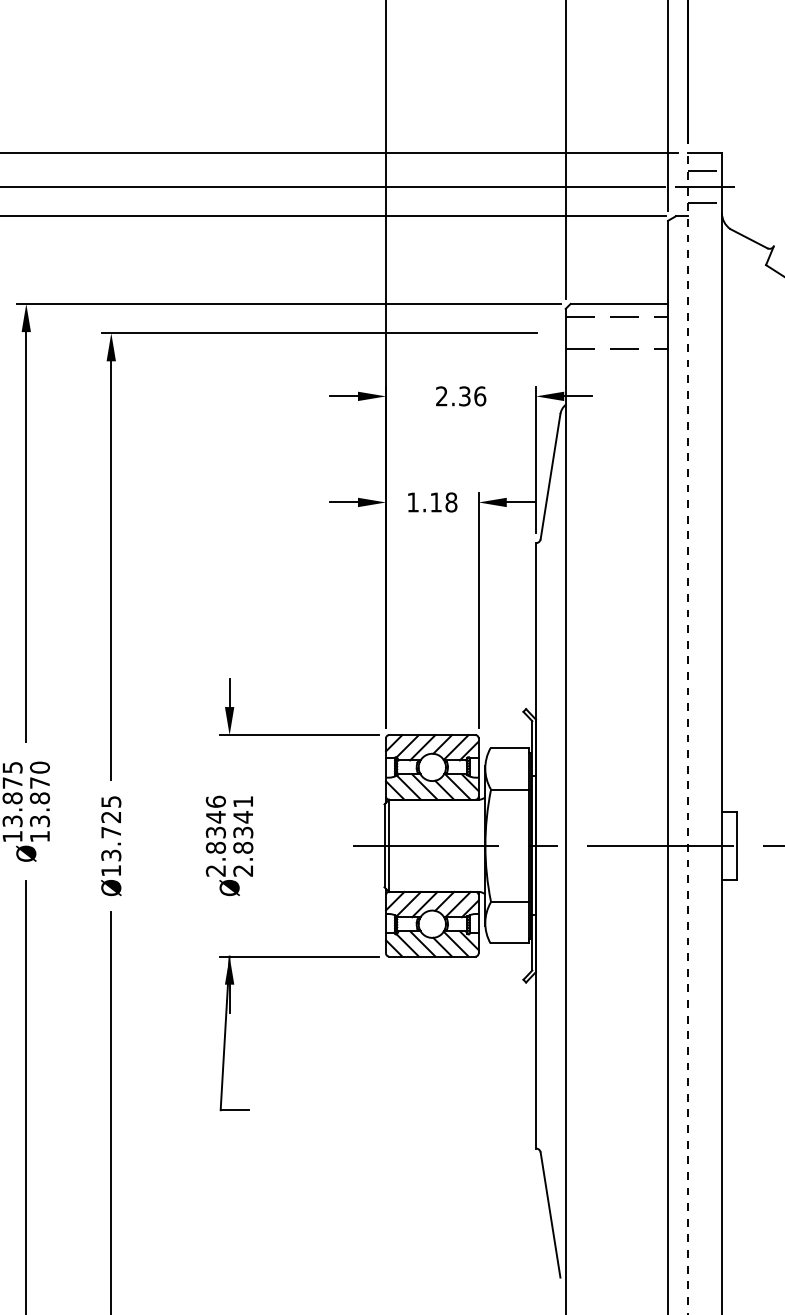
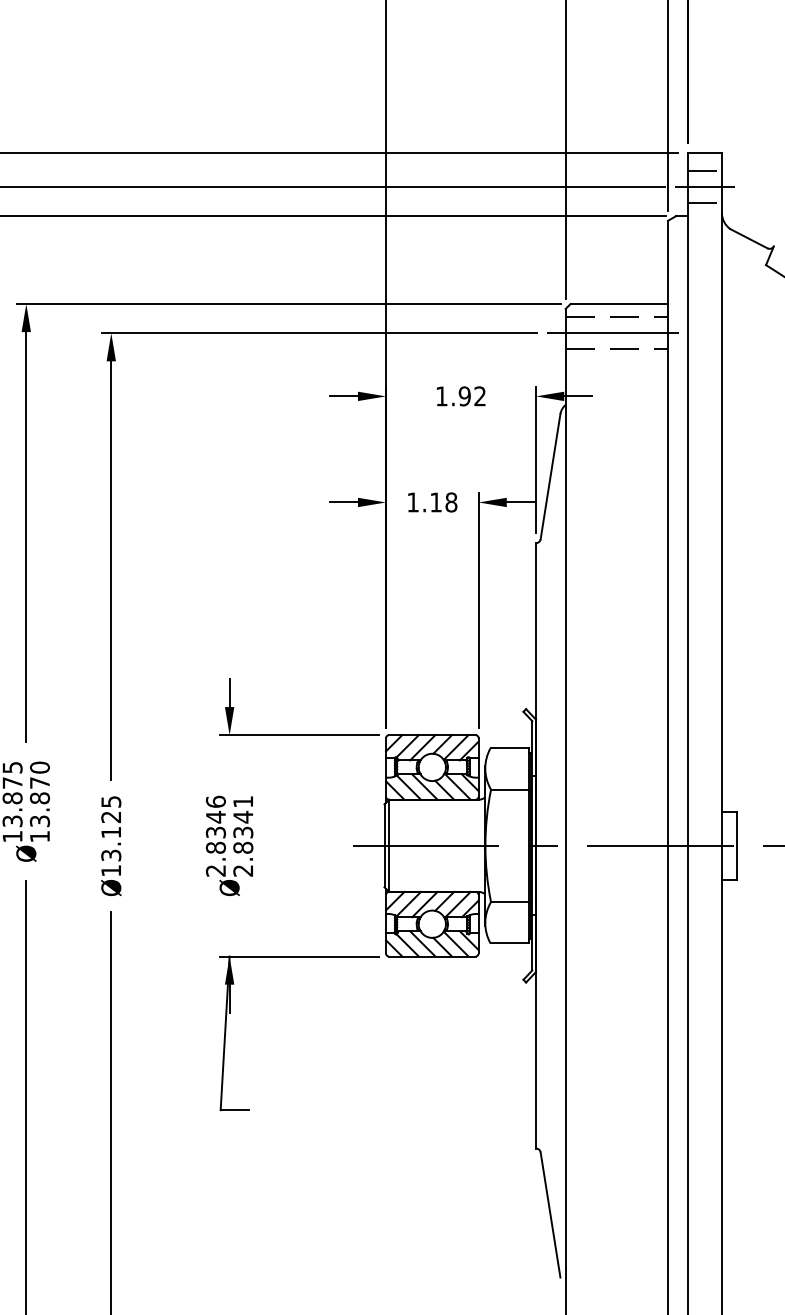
line at (612, 333): none -> present
text at (461, 396): 2.36 -> 1.92
line at (687, 733): dashed -> solid
text at (110, 832): Ø13.725 -> Ø13.125
